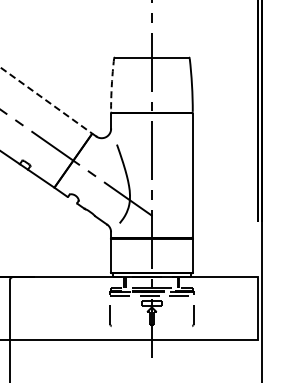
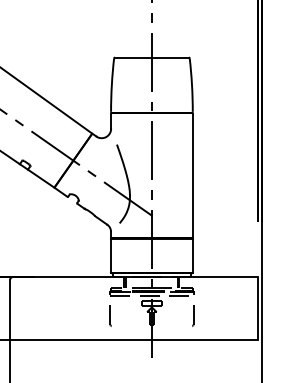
arc at (111, 85): dashed -> solid
line at (46, 100): dashed -> solid
